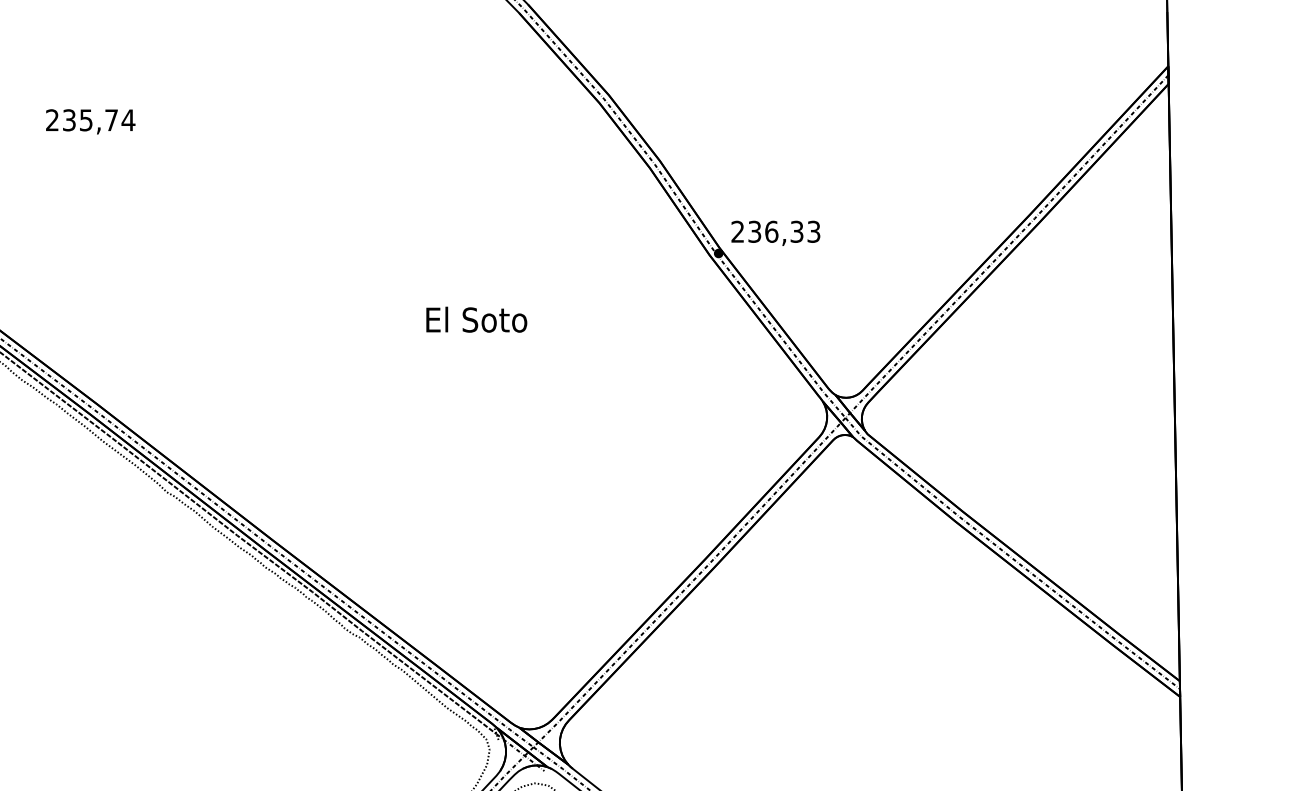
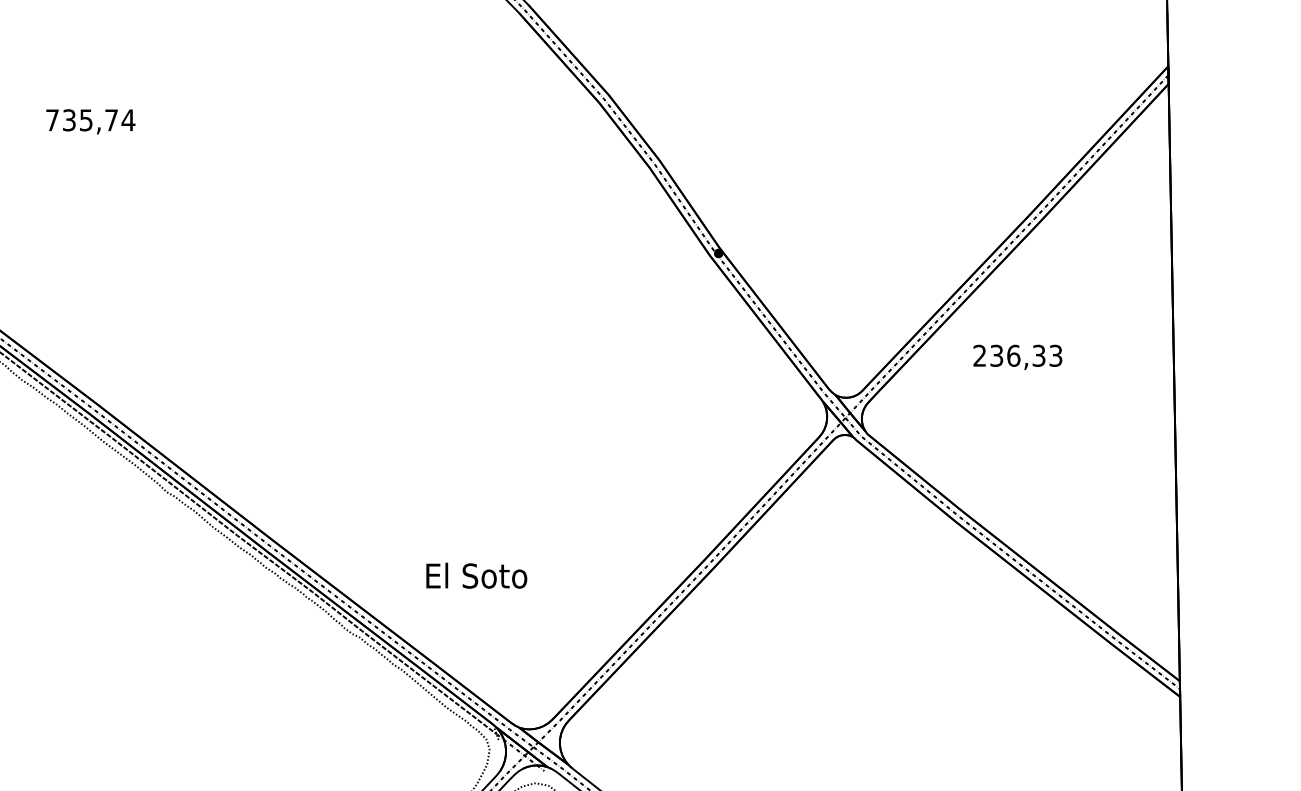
text at (52, 119): 235,74 -> 735,74
text at (775, 232) position: (775, 232) -> (1017, 356)
text at (476, 319) position: (476, 319) -> (476, 575)
